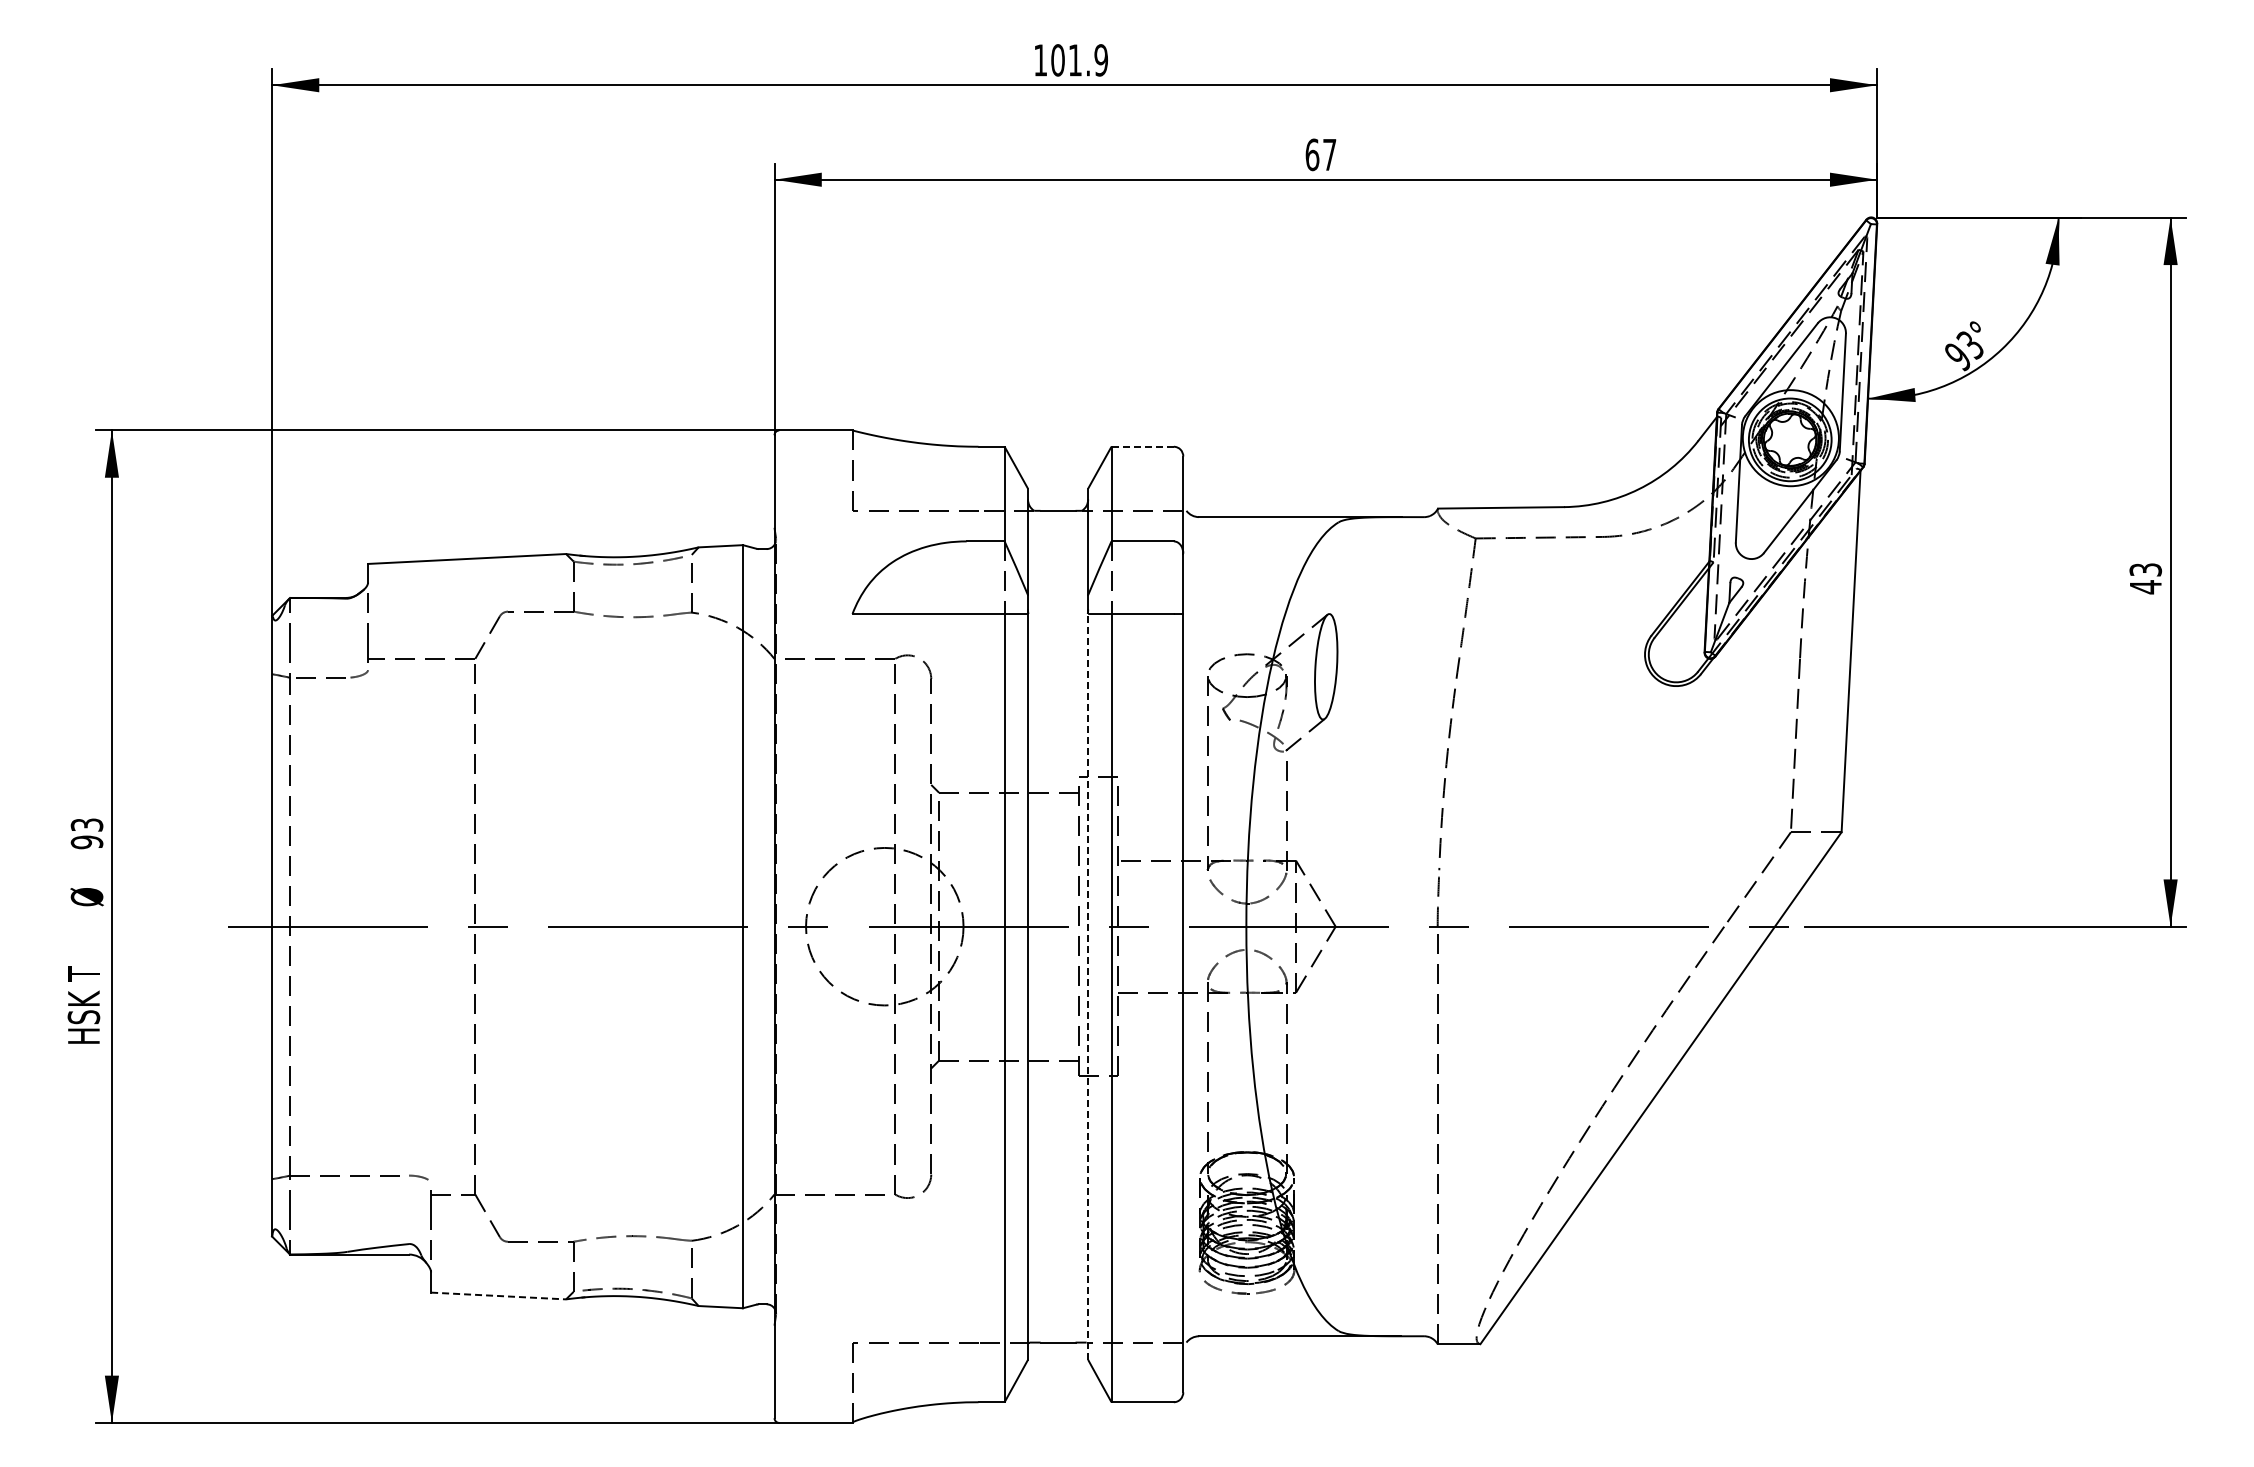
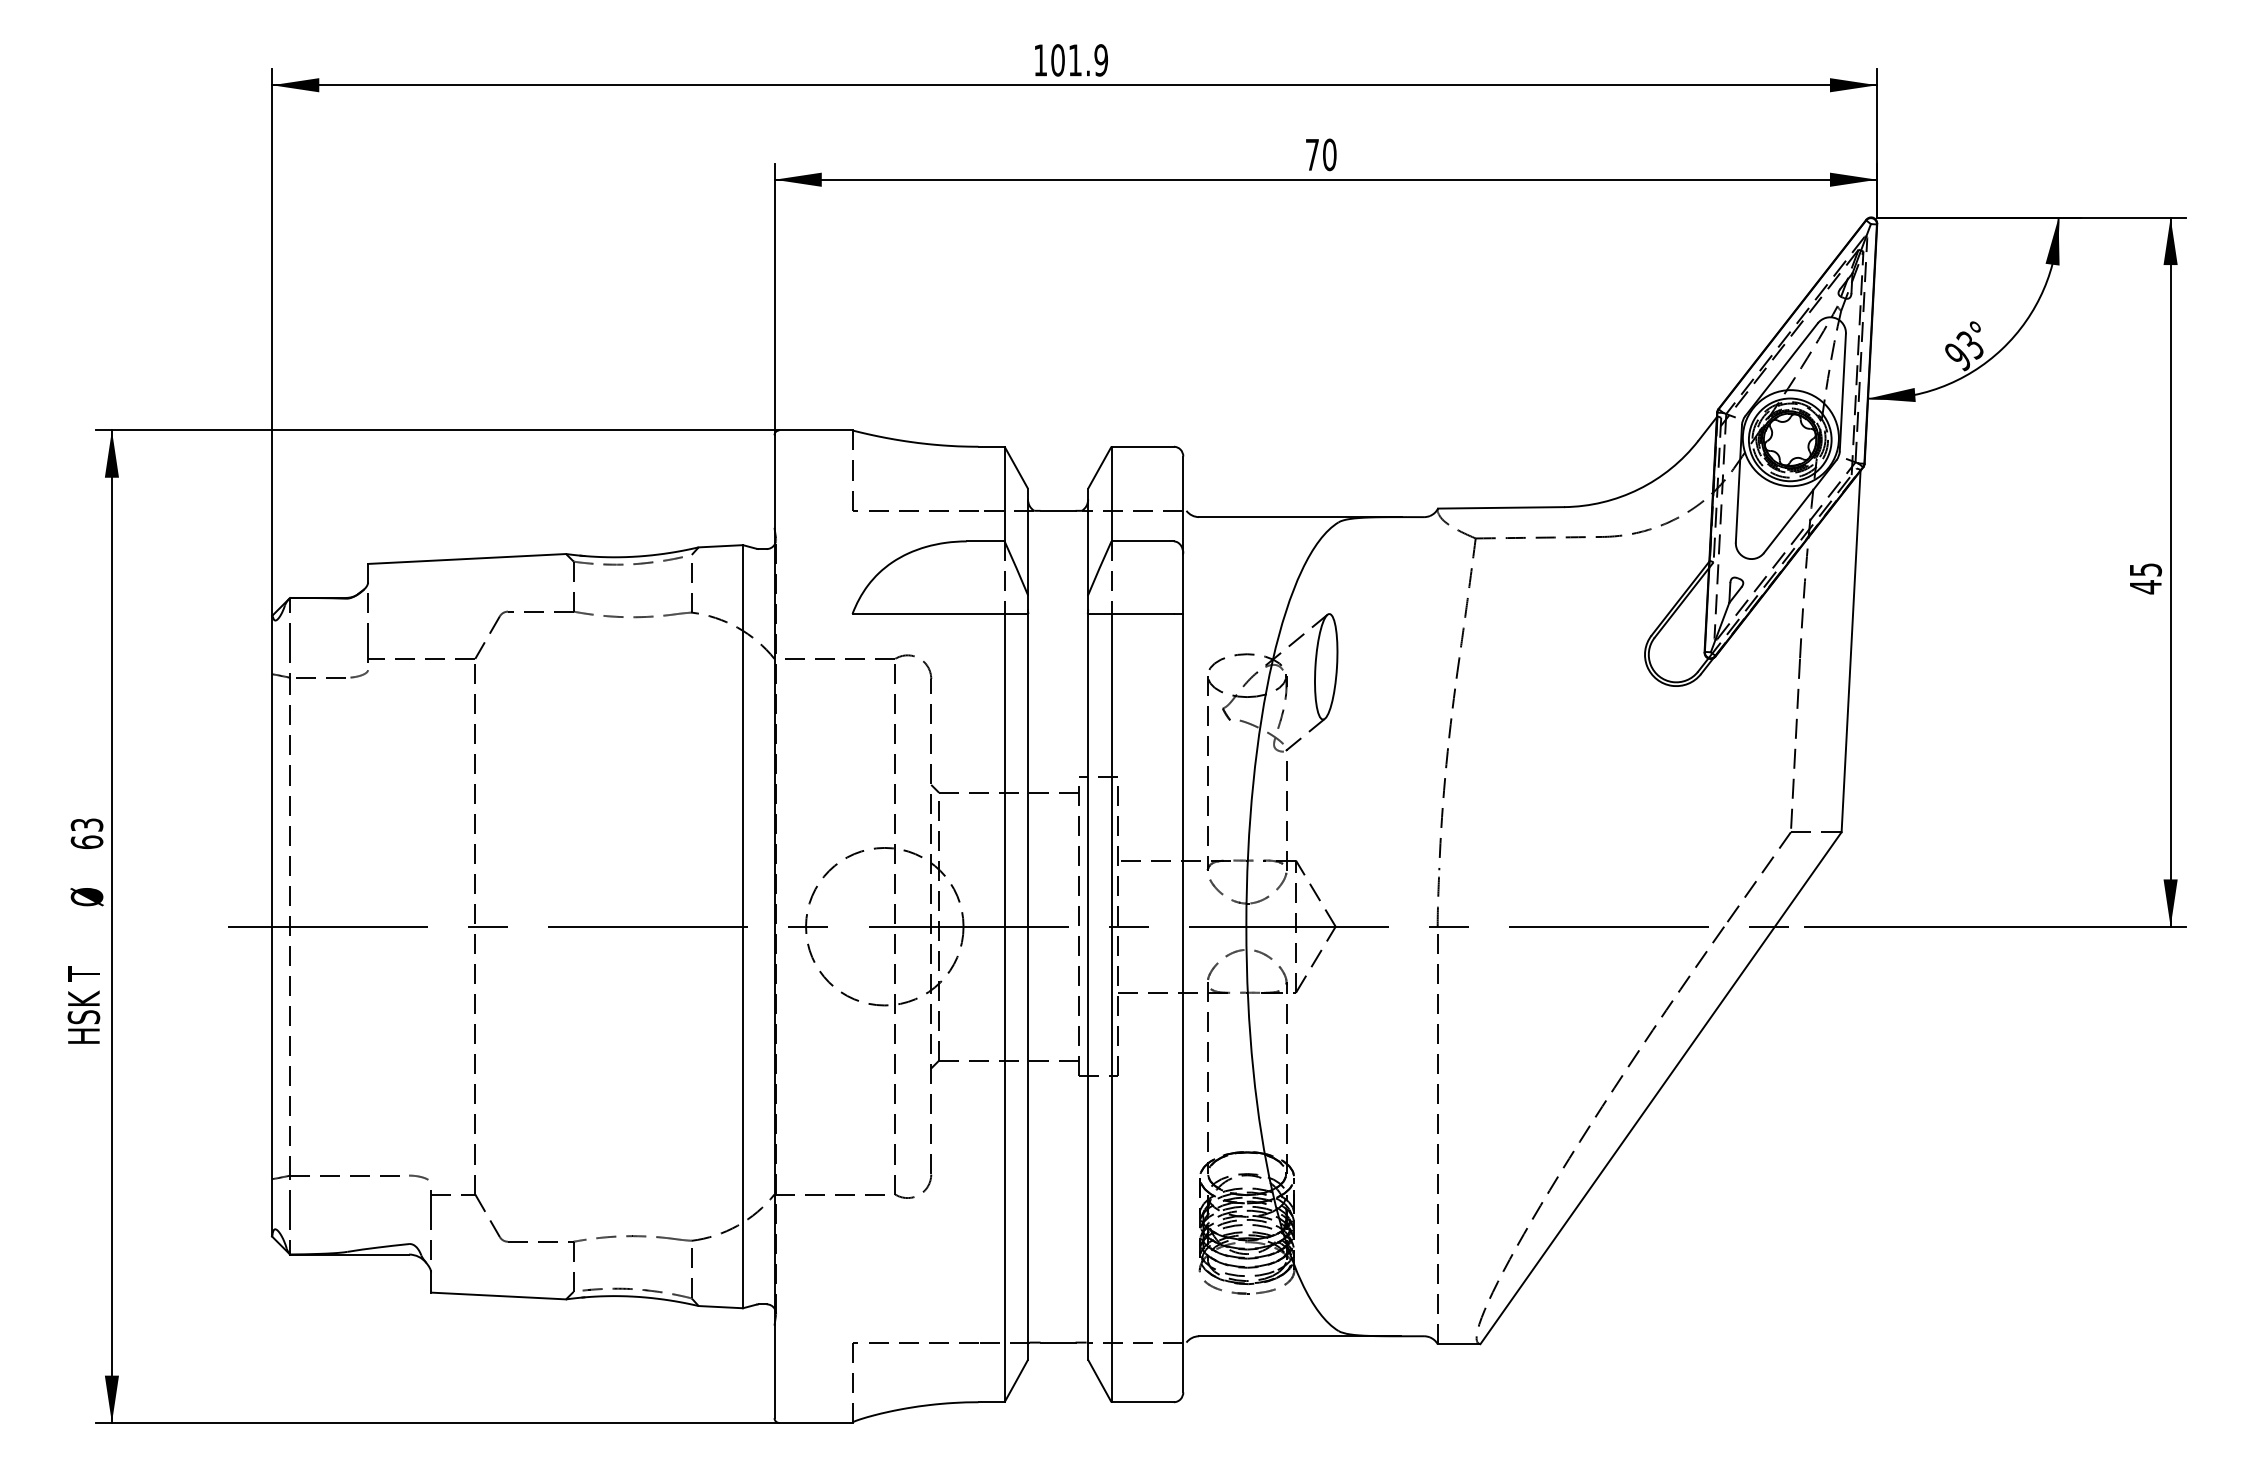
text at (1320, 154): 67 -> 70
line at (1142, 446): dashed -> solid
text at (2145, 569): 43 -> 45
text at (86, 842): 93 -> 63
line at (1088, 986): dashed -> solid
line at (498, 1296): dashed -> solid
